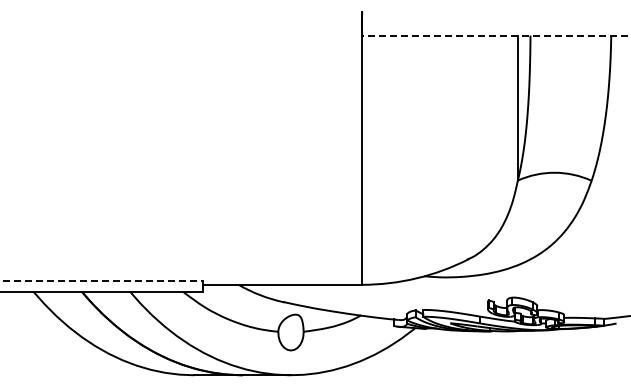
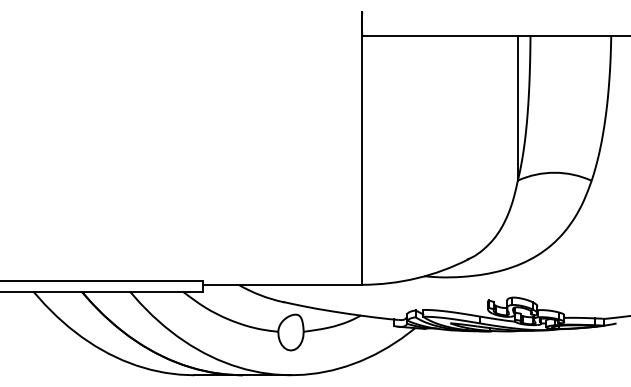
line at (495, 35): dashed -> solid
line at (102, 280): dashed -> solid
